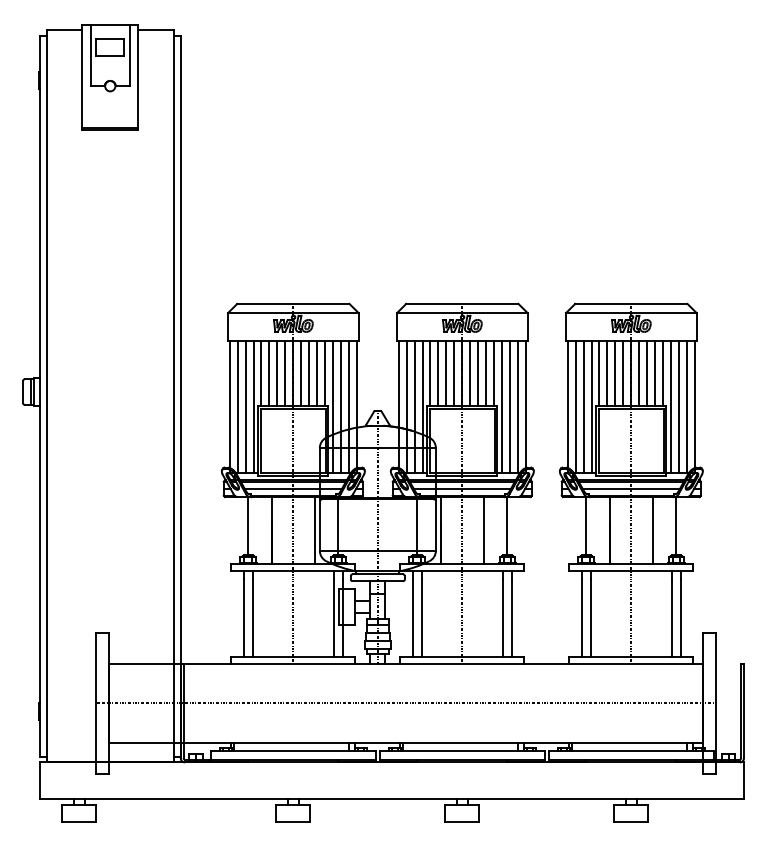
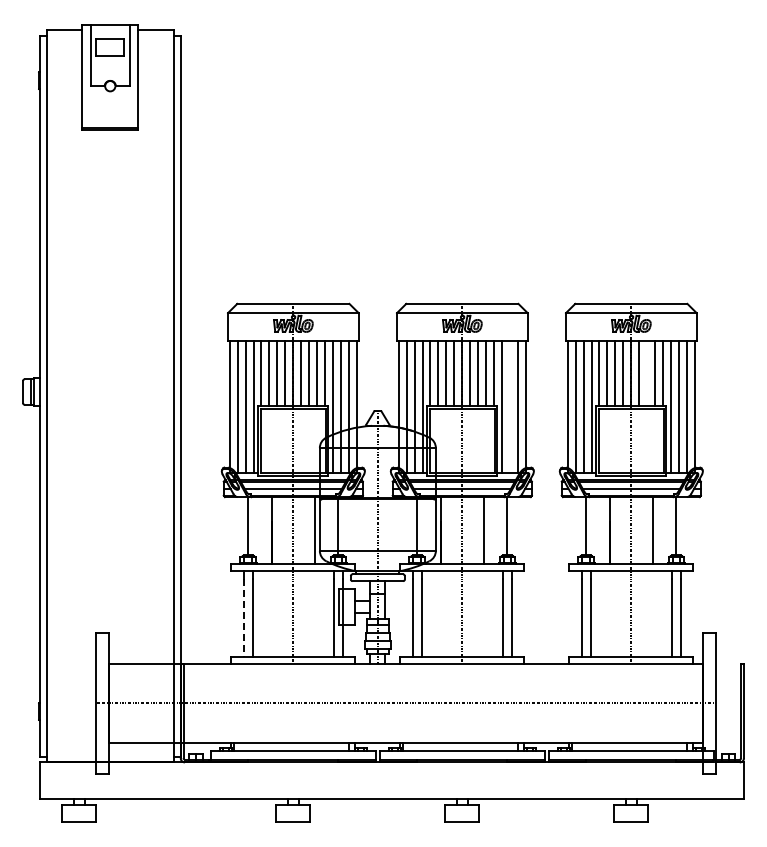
line at (647, 373): present -> none
line at (510, 406): present -> none
line at (243, 618): solid -> dashed
